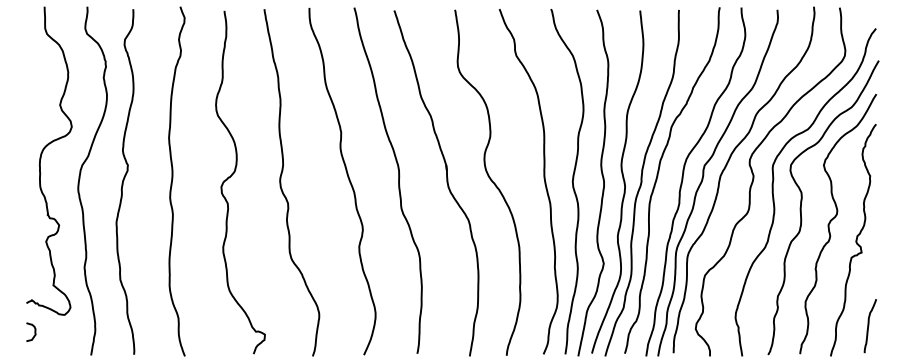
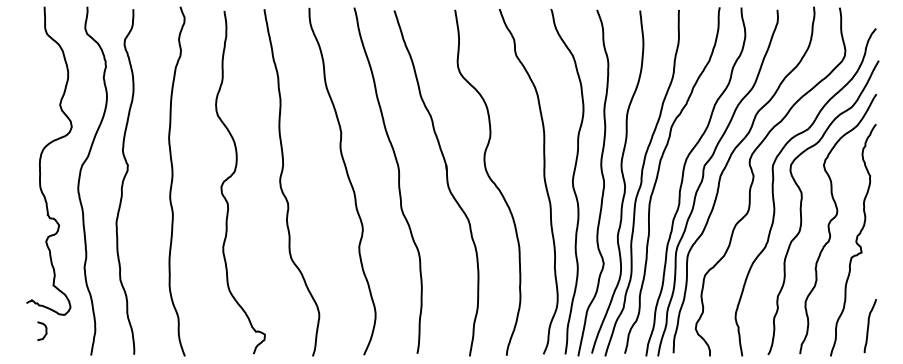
curve at (34, 331) position: (34, 331) -> (45, 330)
